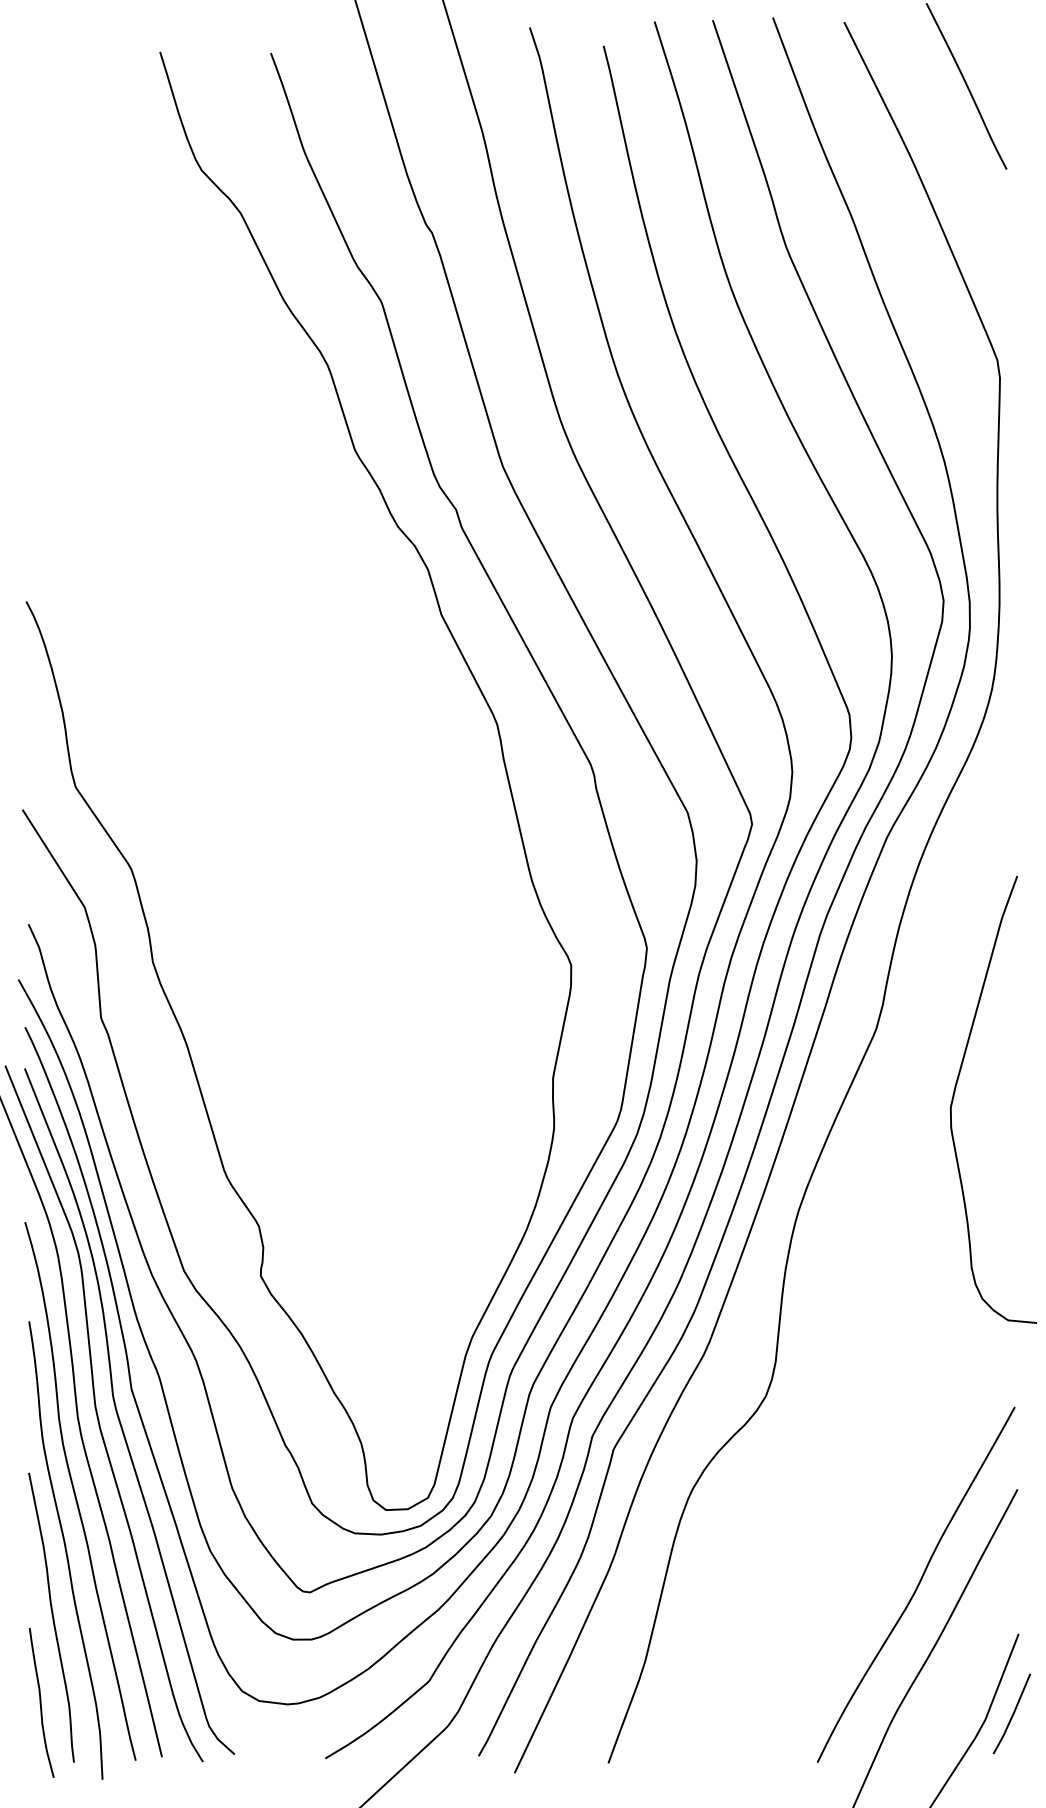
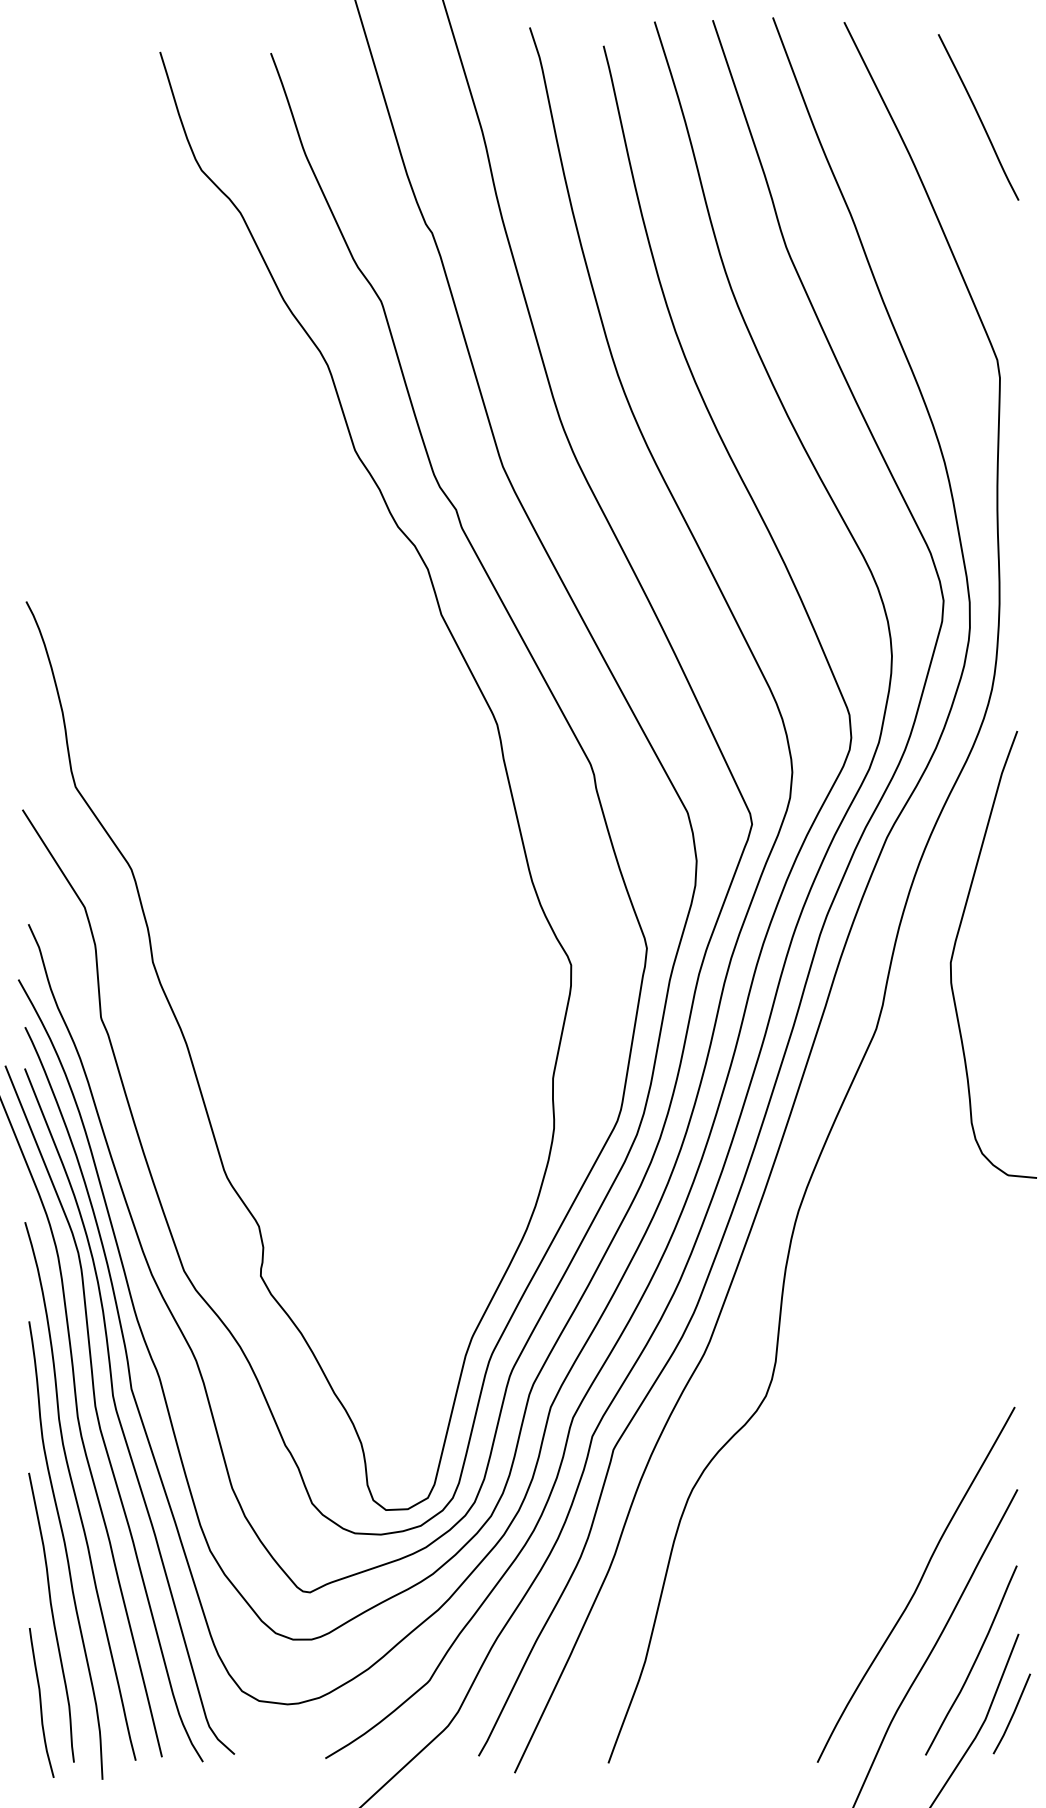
curve at (966, 86) position: (966, 86) -> (978, 117)
curve at (955, 1092) position: (955, 1092) -> (955, 947)
curve at (973, 1662): none -> present
